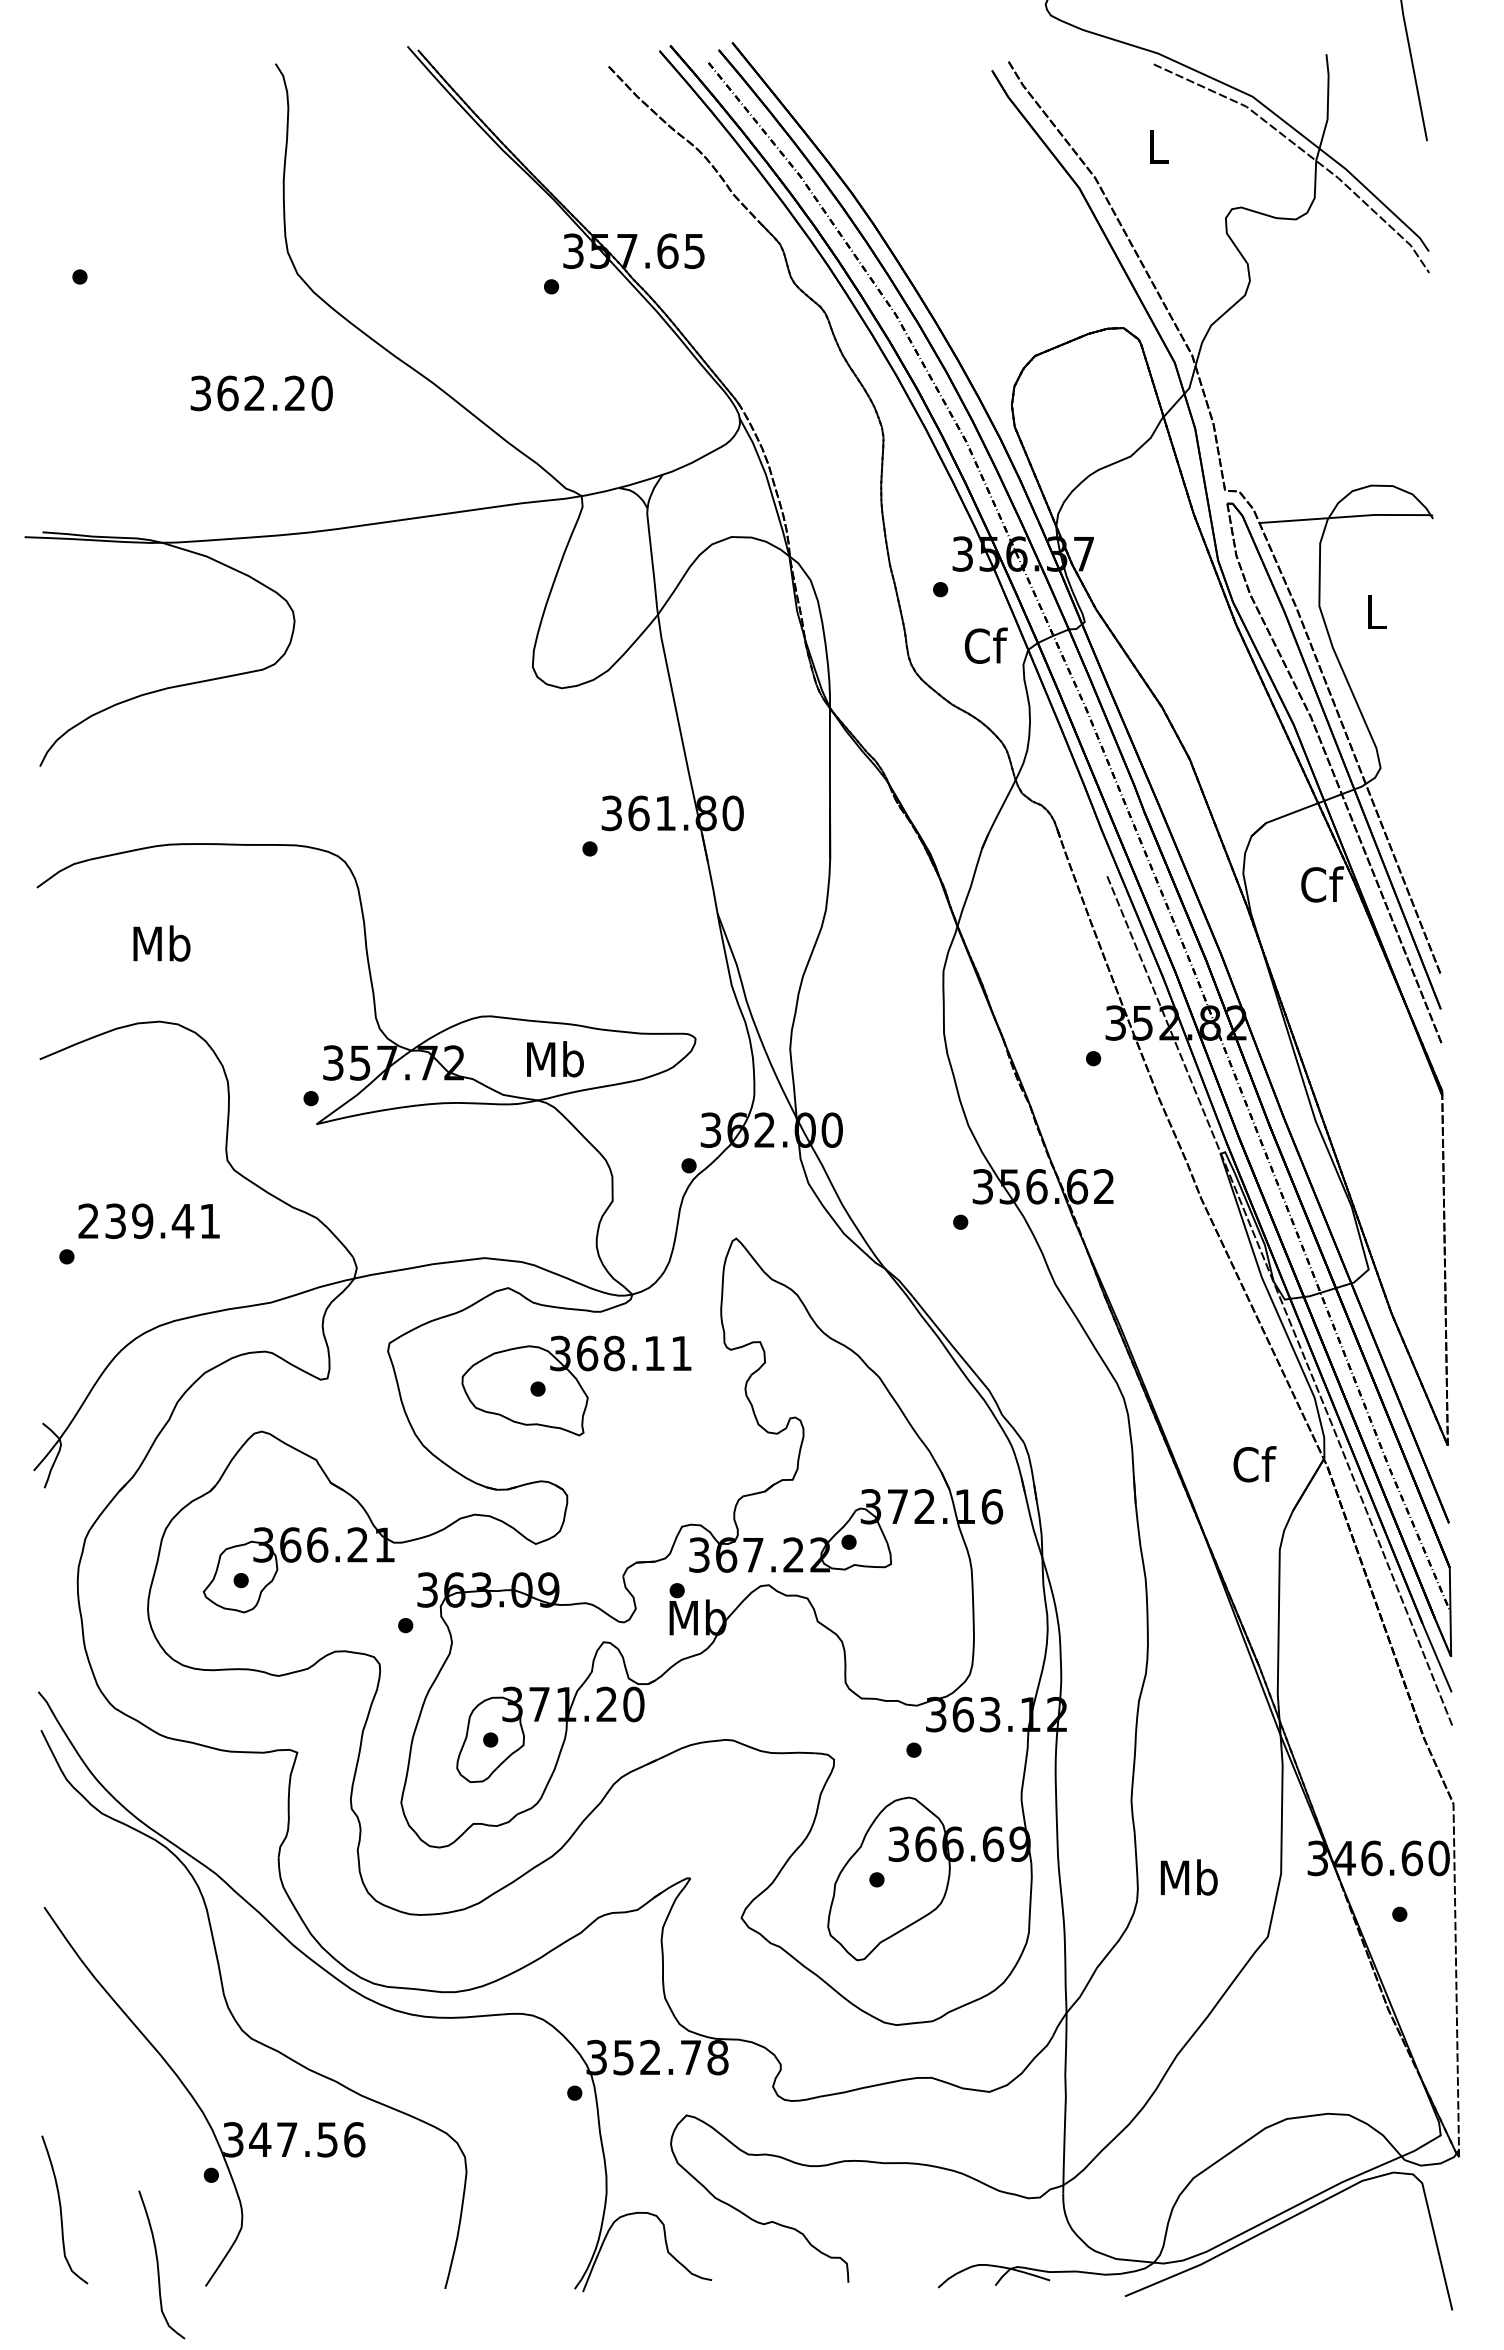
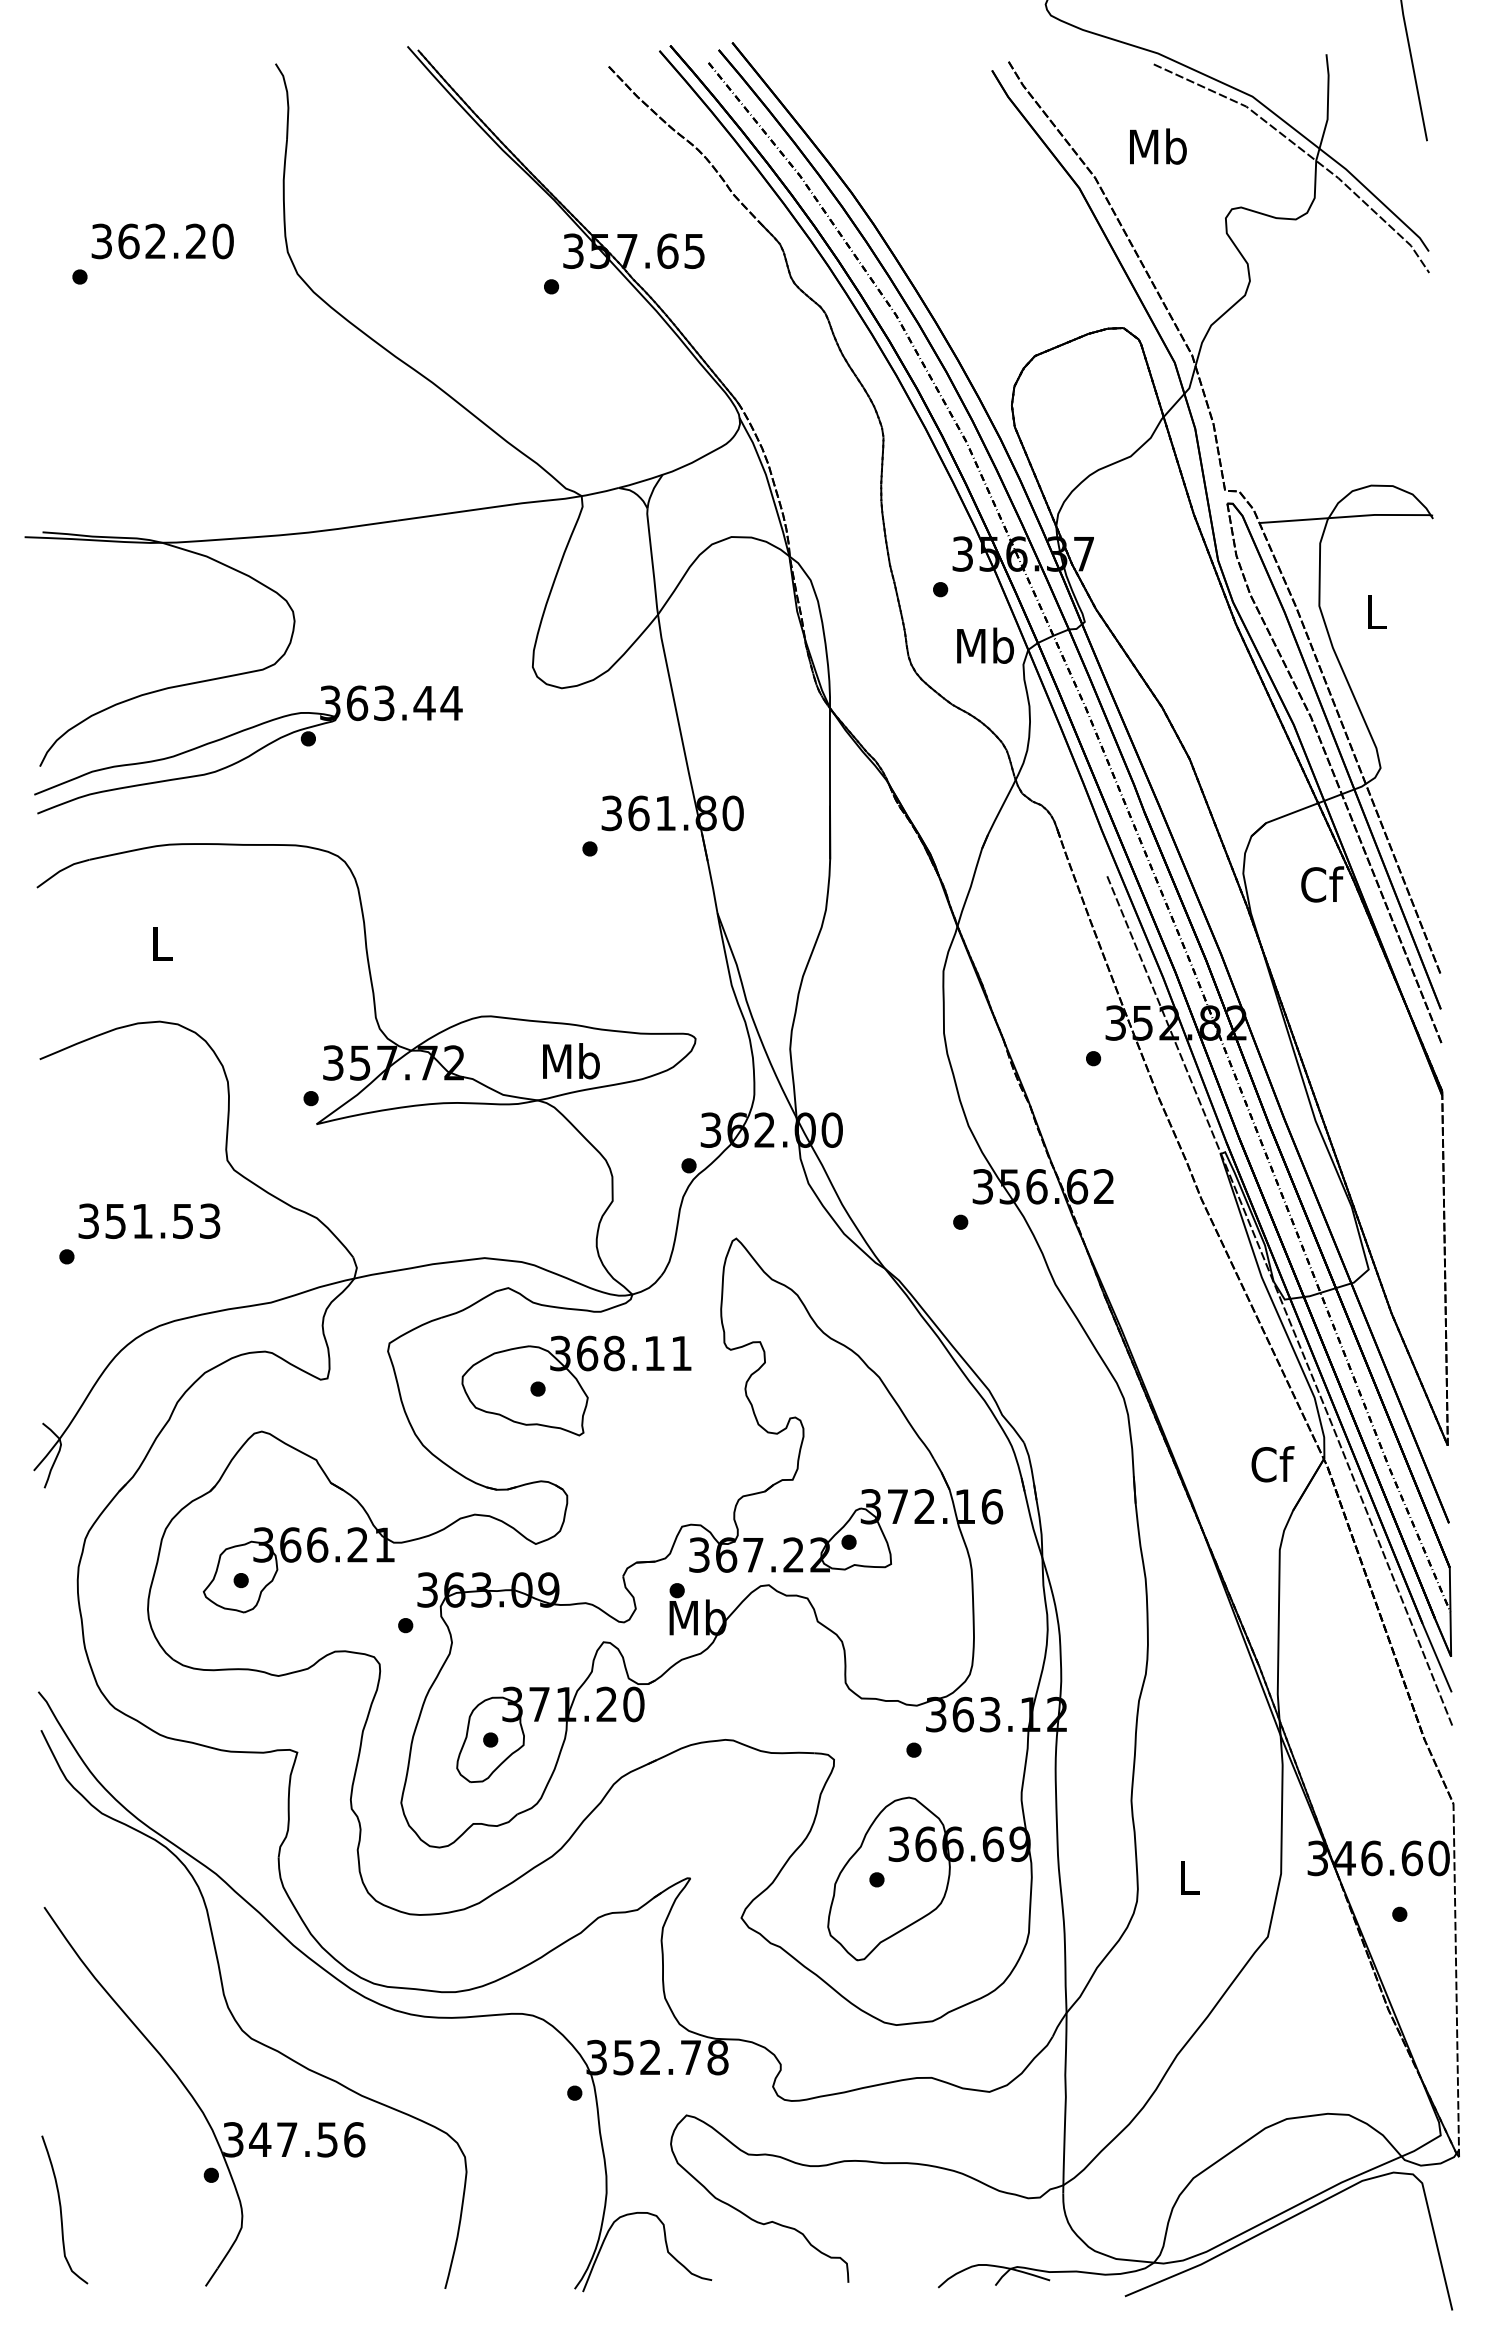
text at (1158, 146): L -> Mb
text at (261, 393) position: (261, 393) -> (162, 241)
text at (985, 645): Cf -> Mb
part at (248, 749): none -> present
text at (161, 943): Mb -> L
text at (555, 1059) position: (555, 1059) -> (571, 1061)
text at (149, 1221): 239.41 -> 351.53
text at (1254, 1464) position: (1254, 1464) -> (1272, 1464)
text at (1188, 1877): Mb -> L
curve at (158, 2264): present -> none
